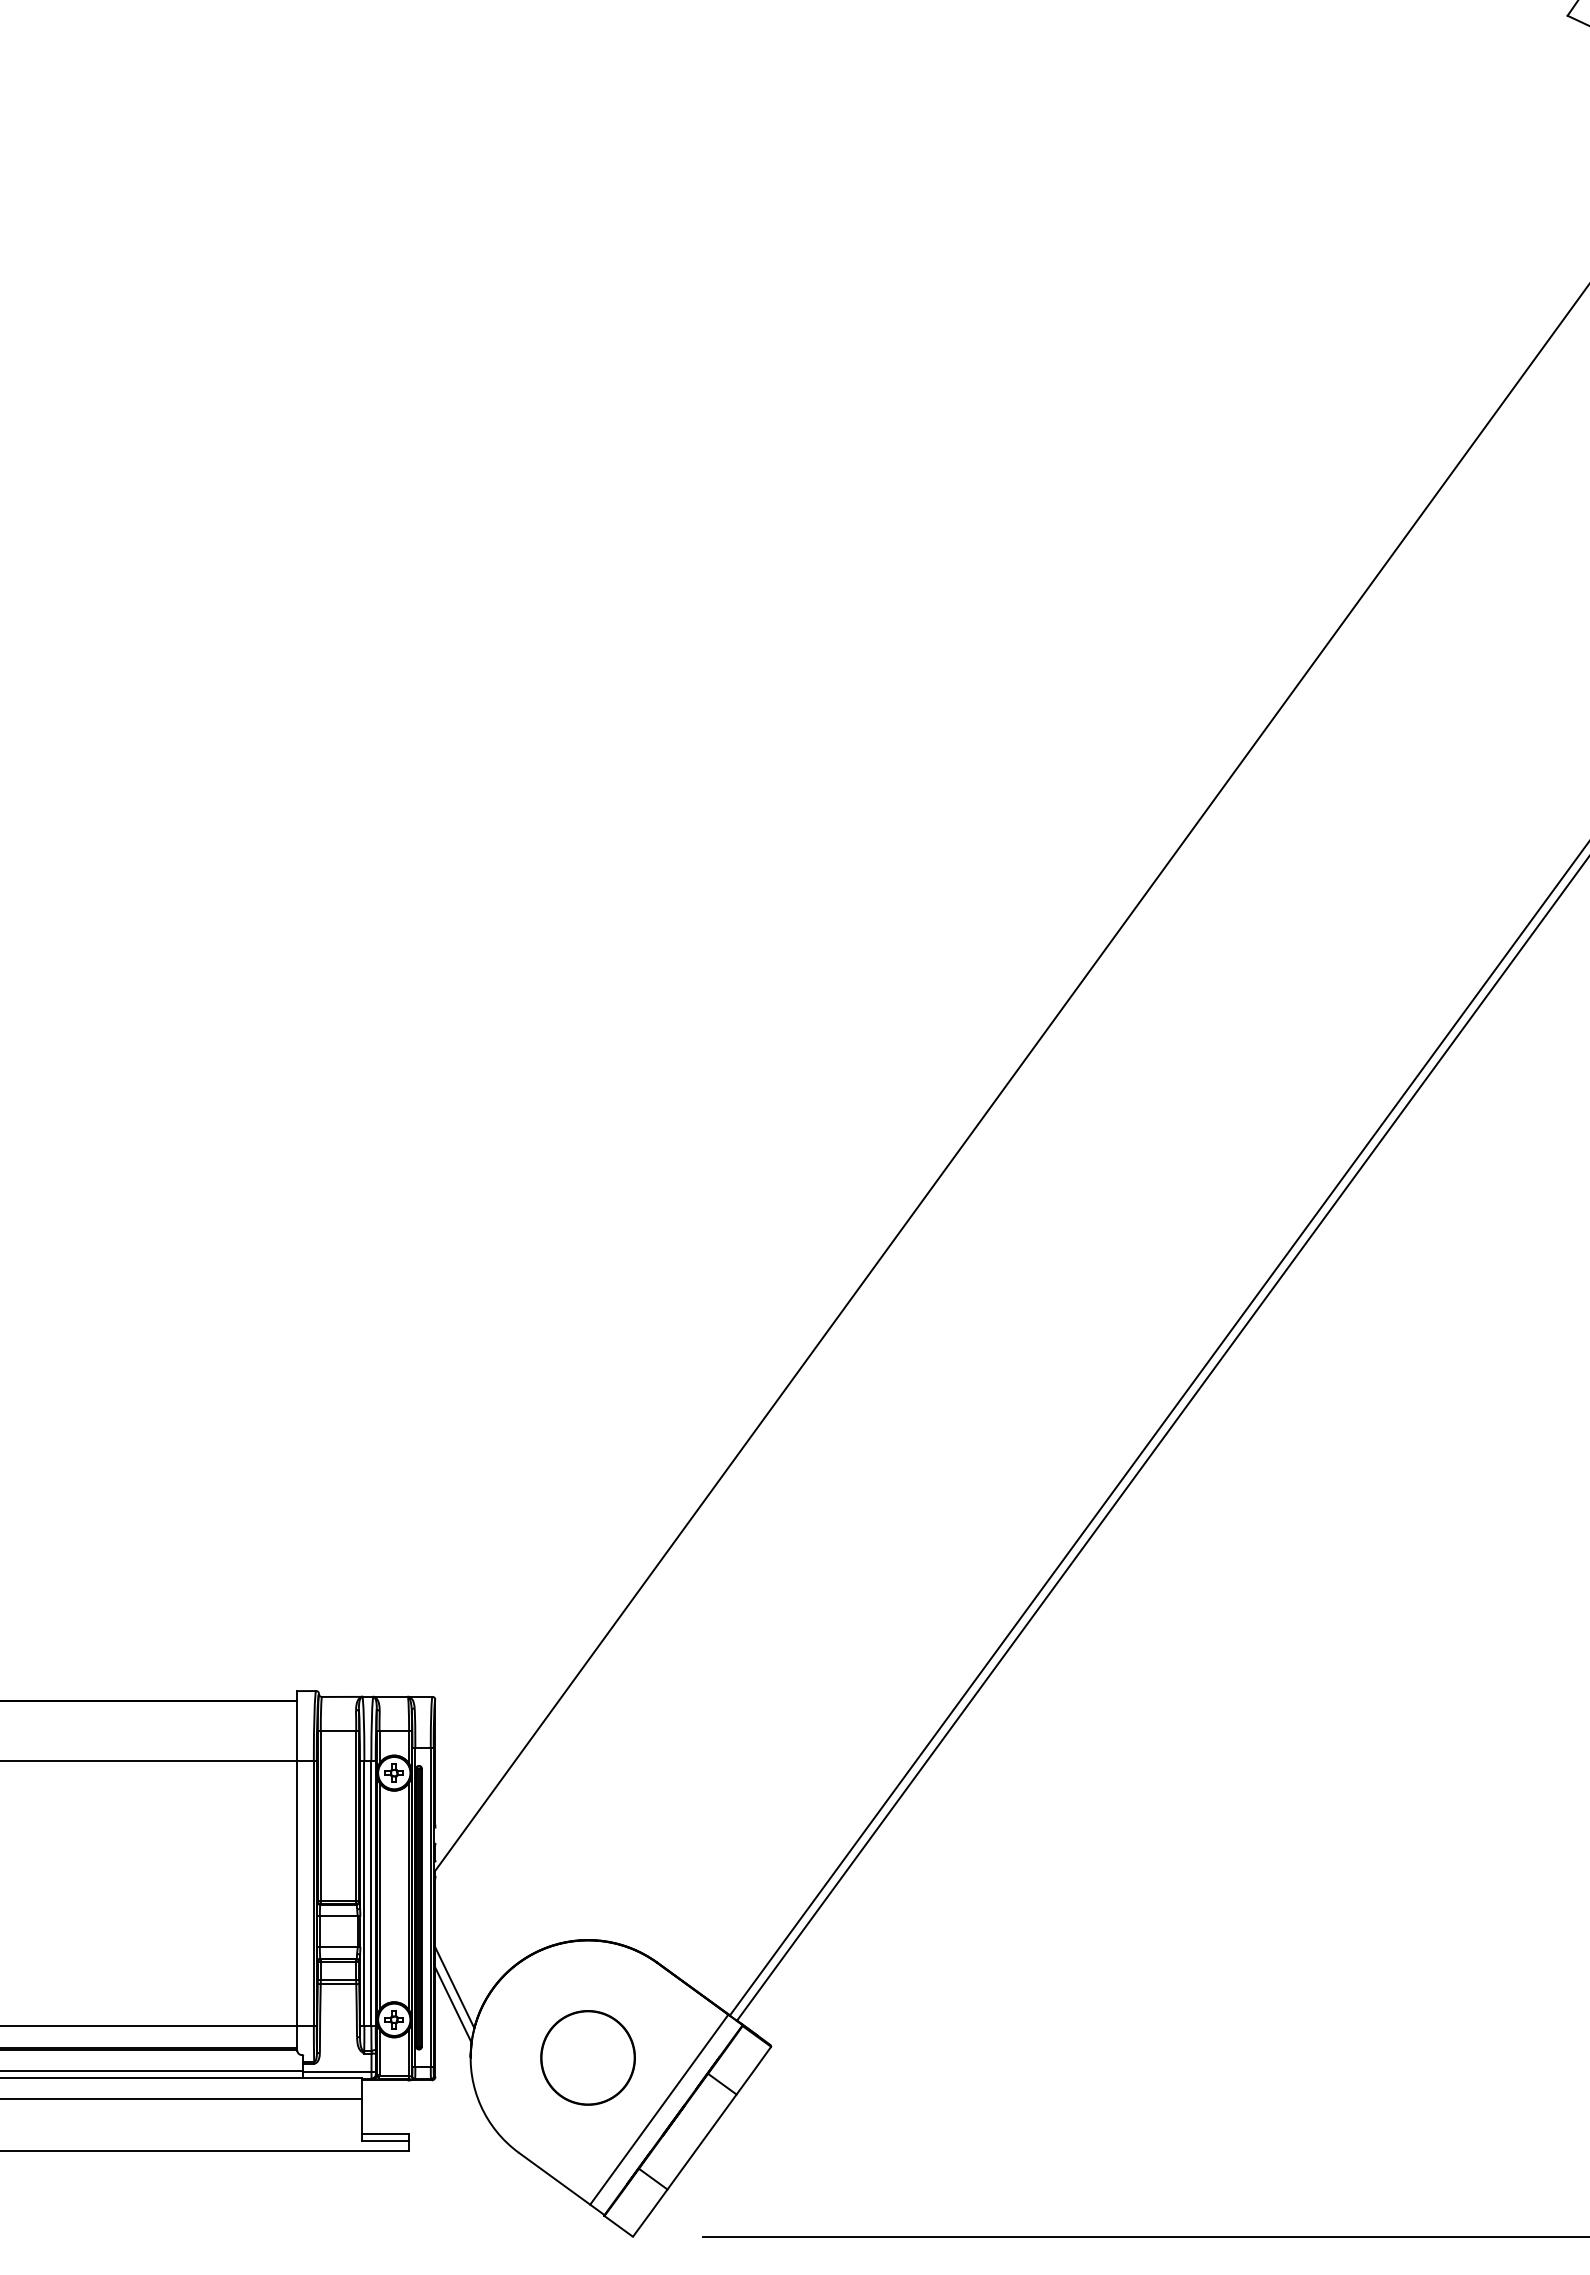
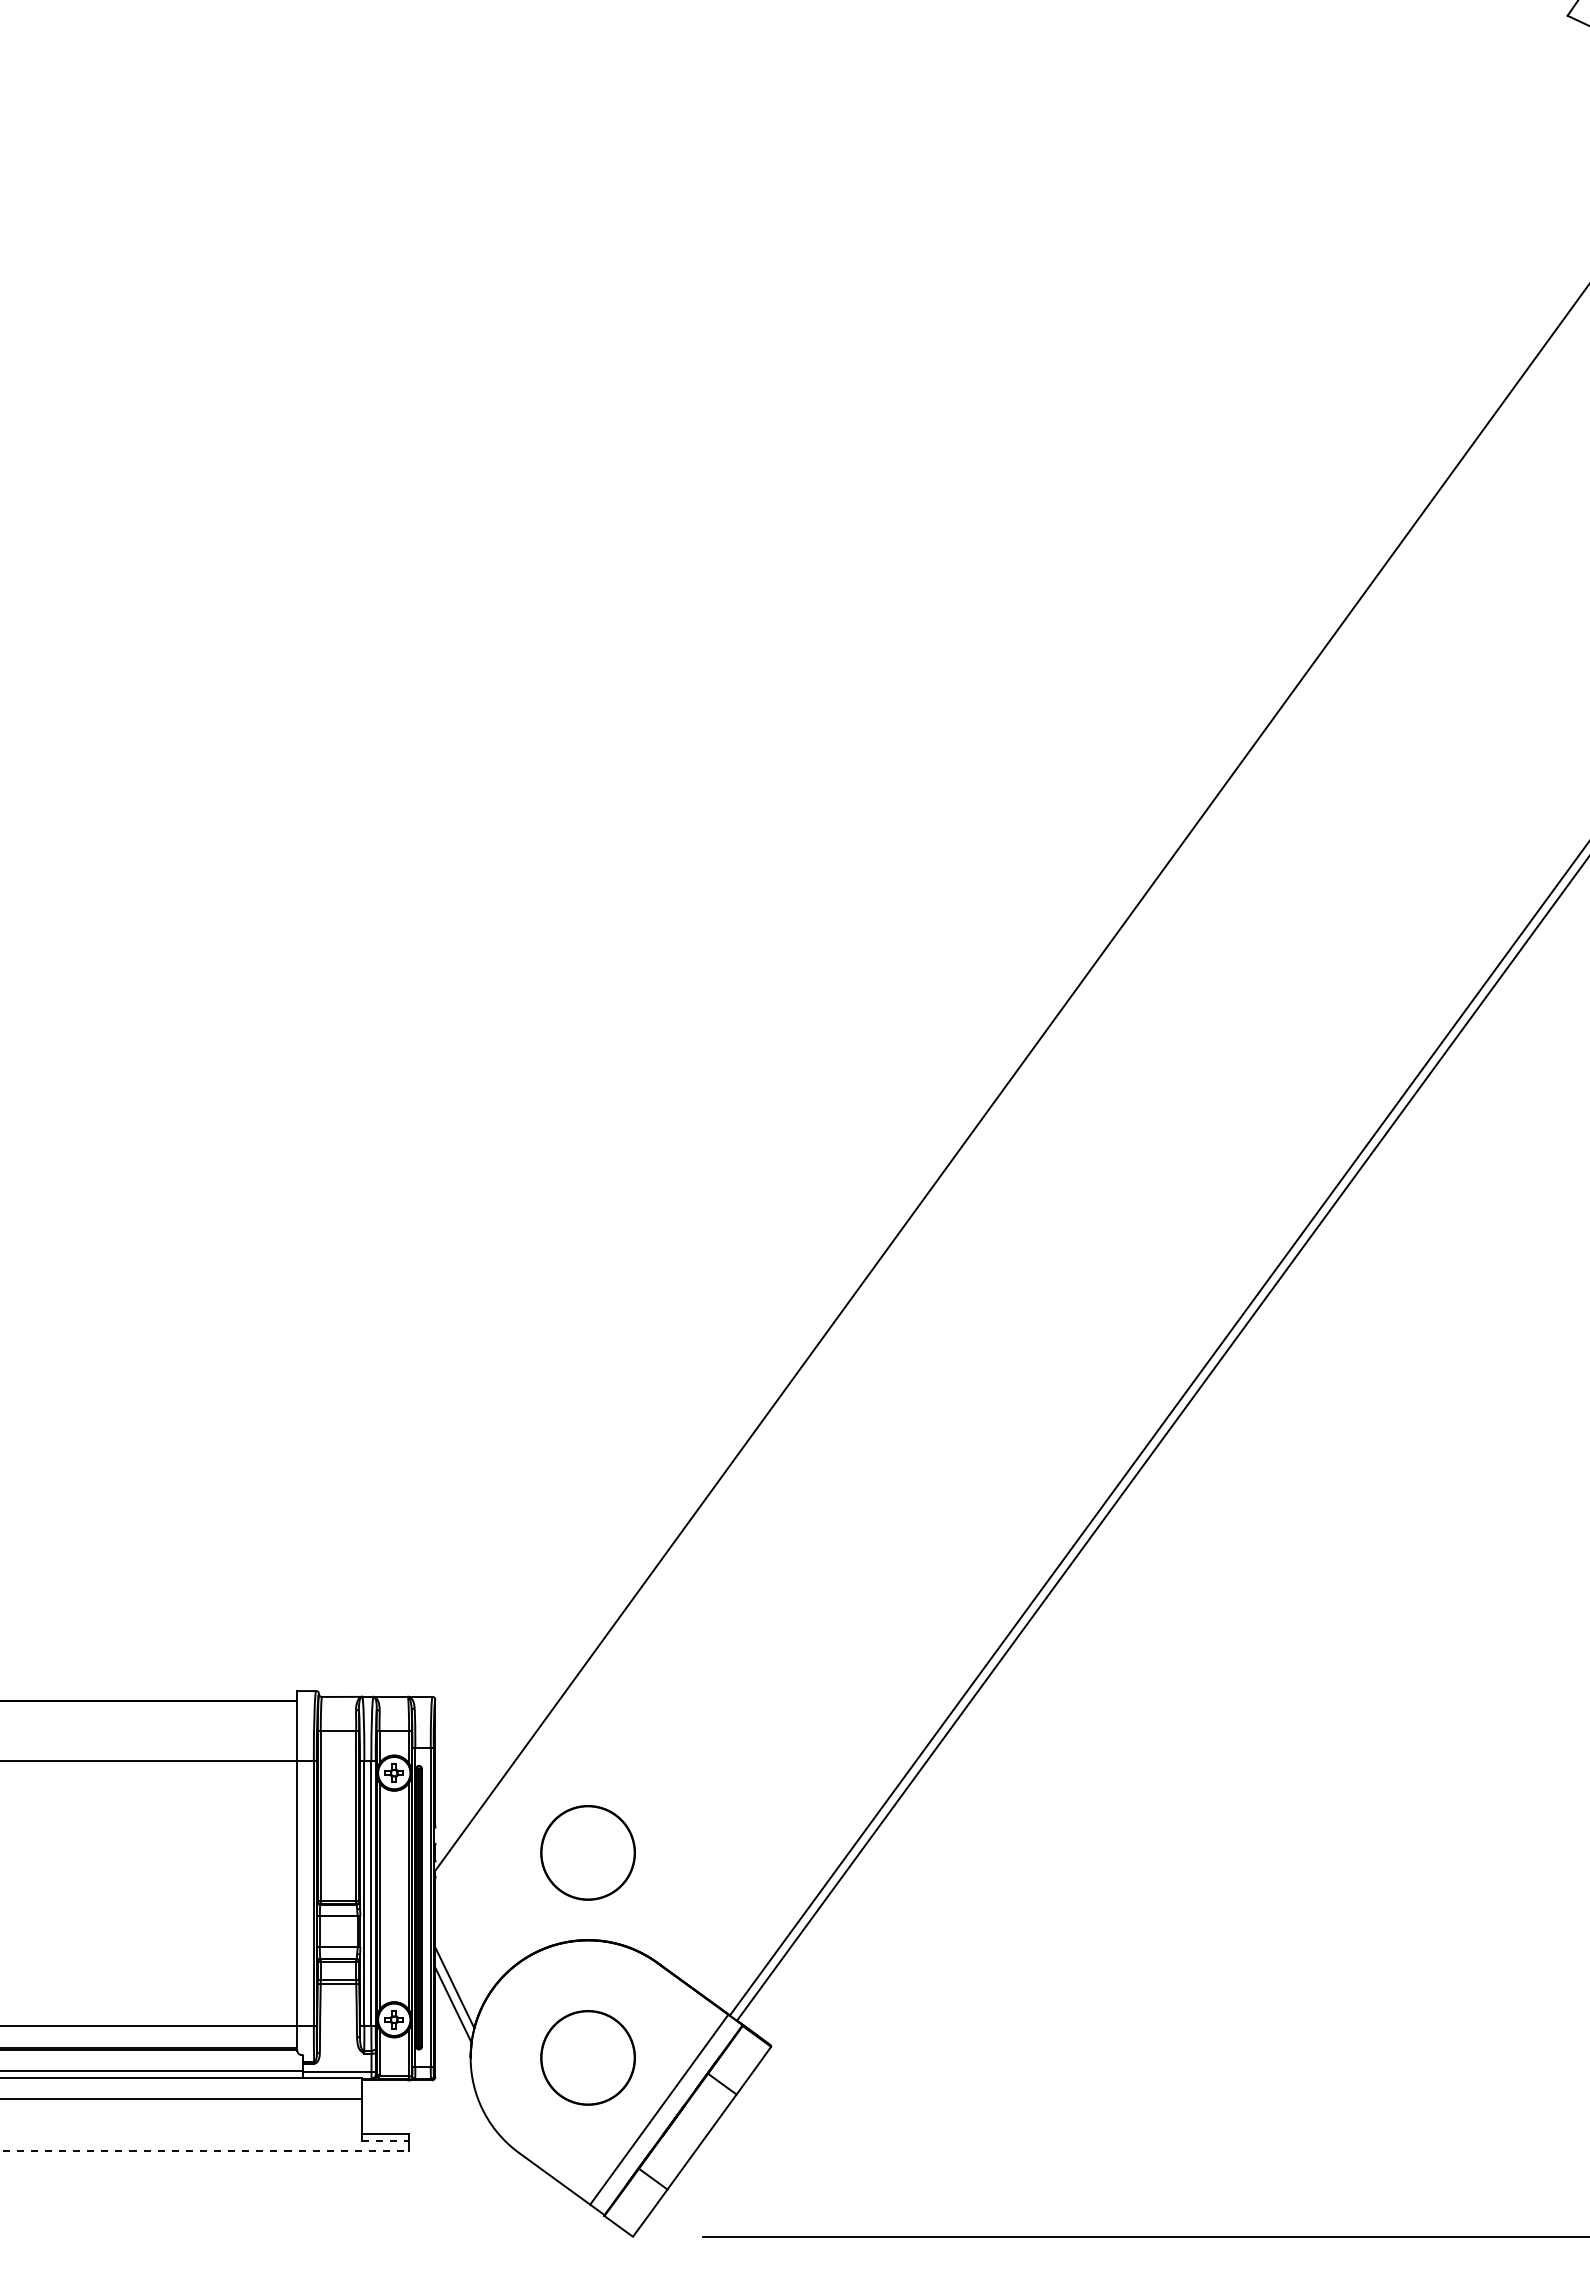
circle at (587, 1852): none -> present
line at (385, 2141): solid -> dashed
line at (205, 2151): solid -> dashed
